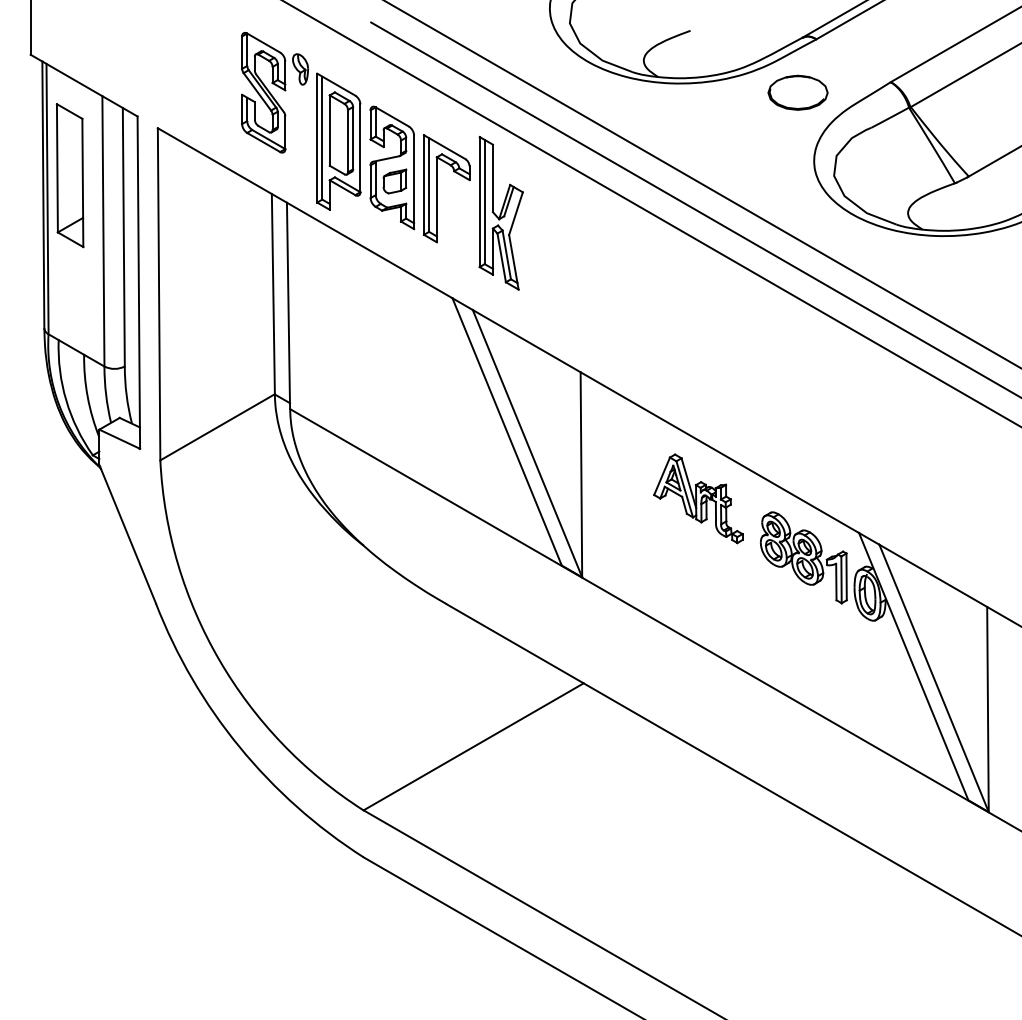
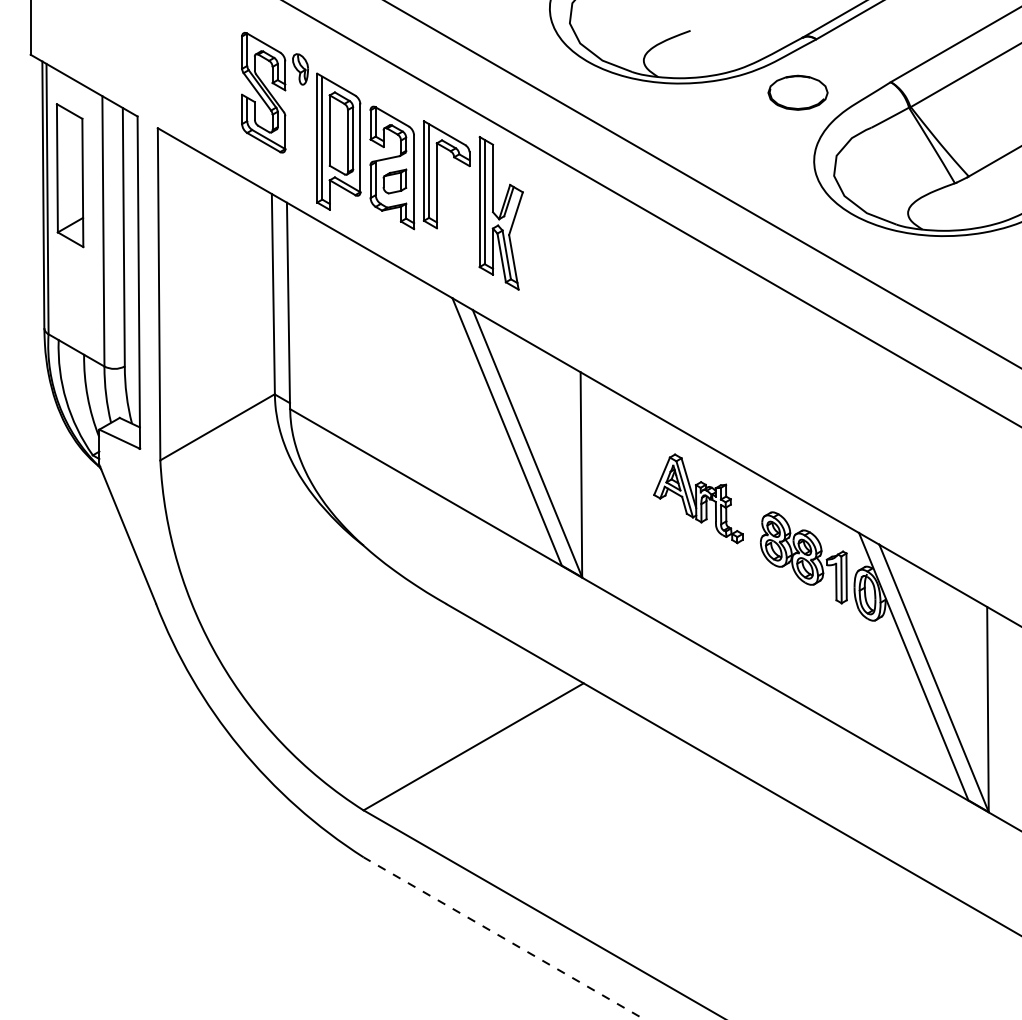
part at (437, 188) position: (437, 188) -> (437, 174)
line at (694, 209): present -> none
line at (503, 938): solid -> dashed
